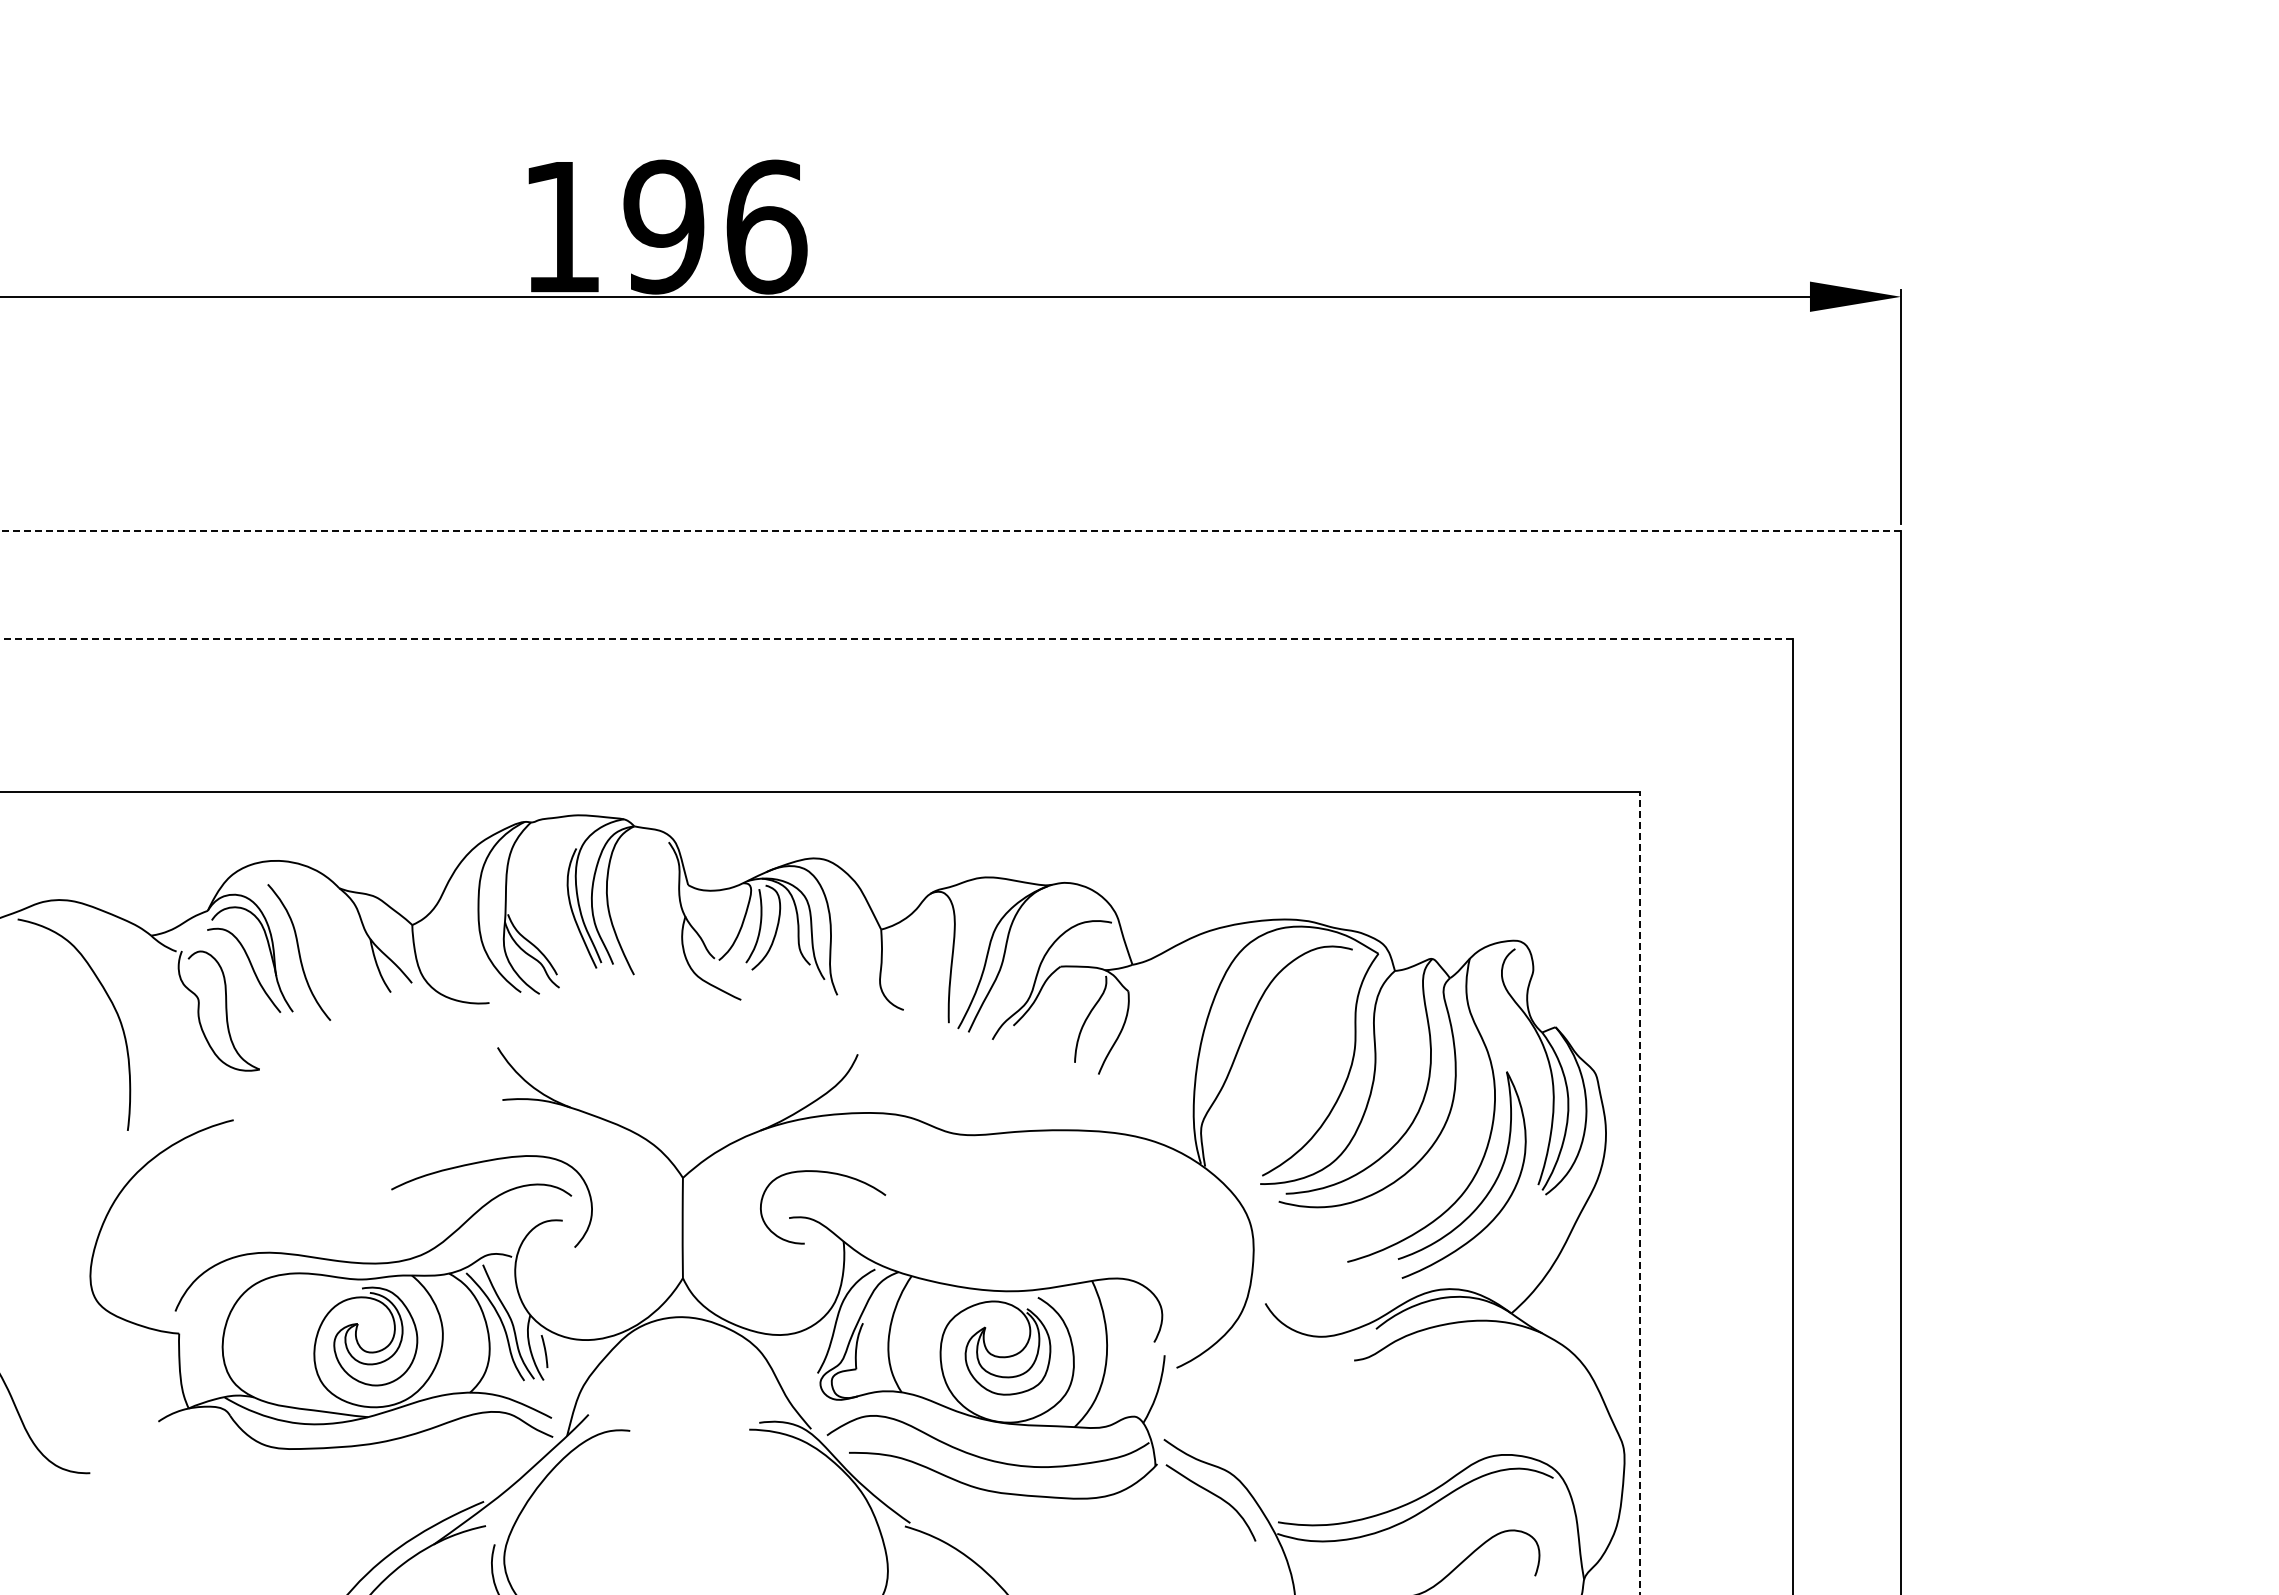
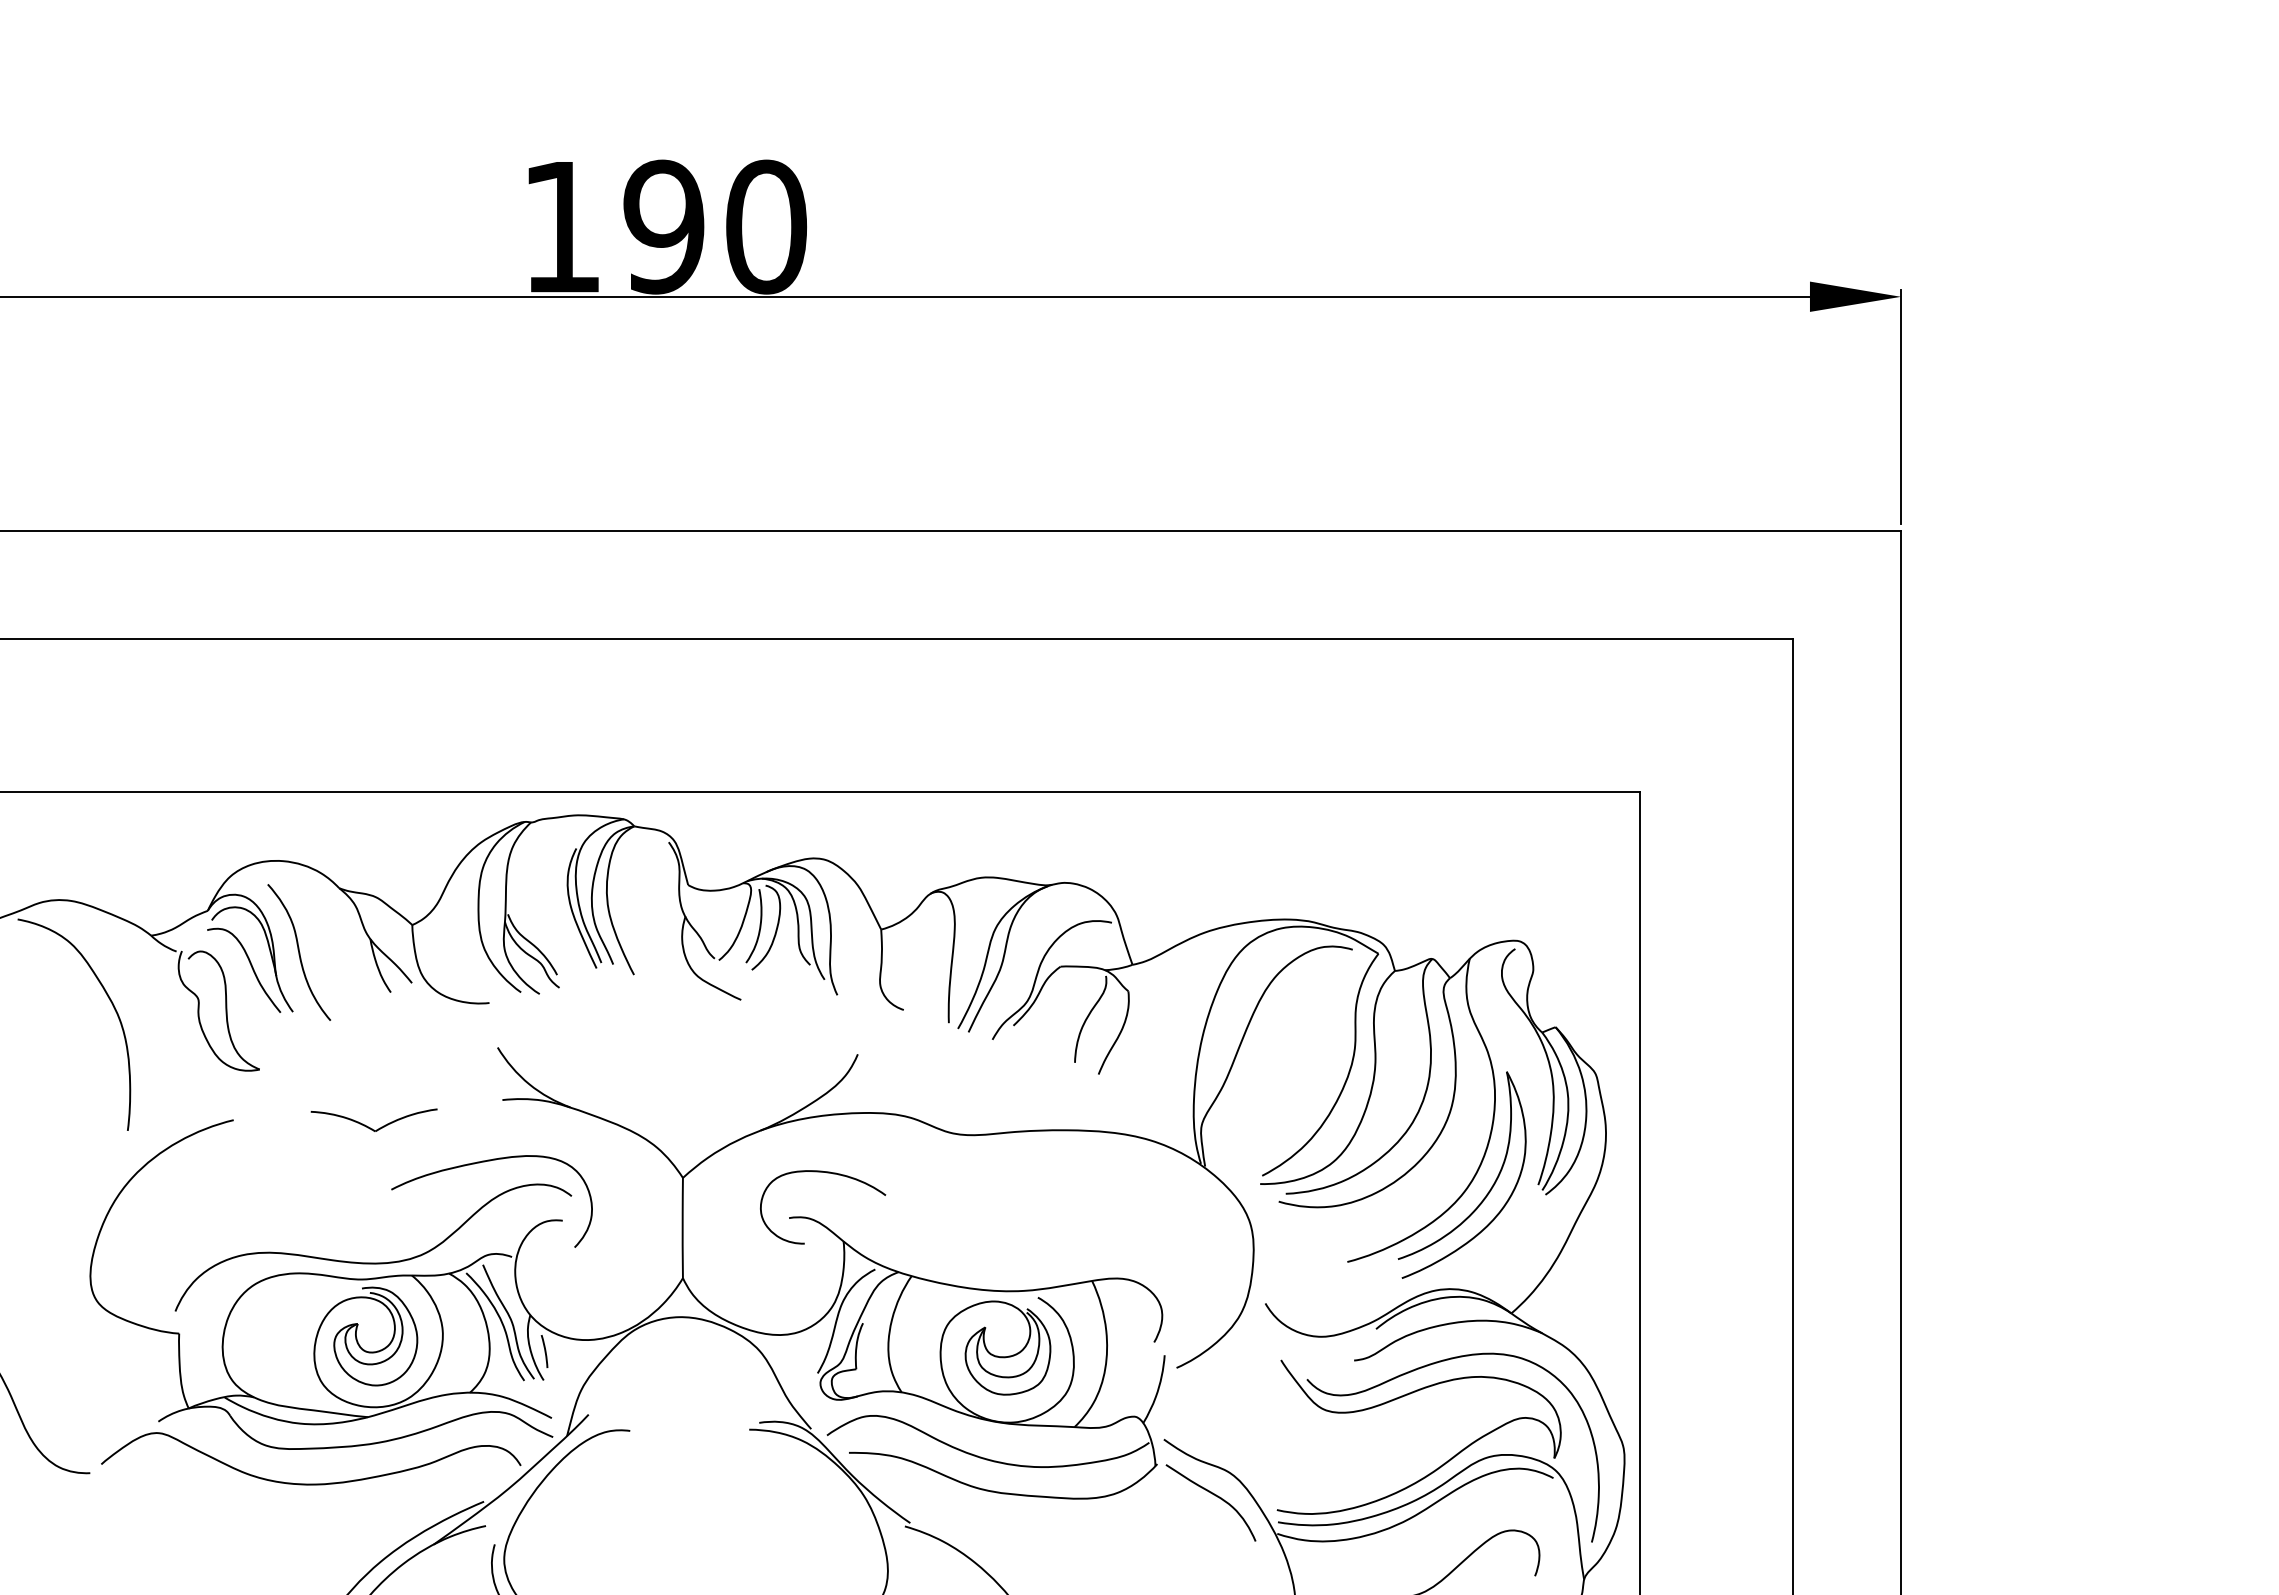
text at (766, 226): 196 -> 190
line at (950, 530): dashed -> solid
line at (895, 639): dashed -> solid
part at (370, 1127): none -> present
line at (1639, 1192): dashed -> solid
part at (1448, 1459): none -> present
curve at (311, 1483): none -> present
